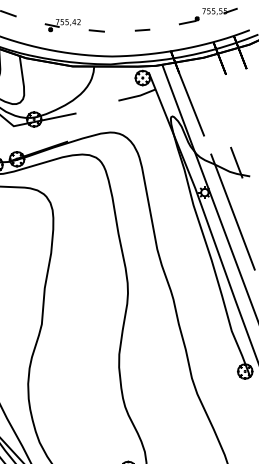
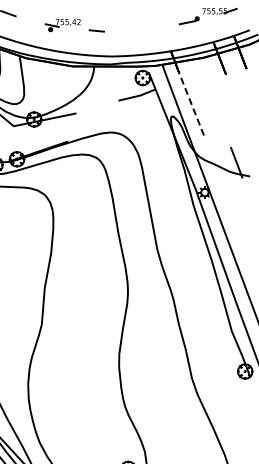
line at (142, 29): present -> none
line at (191, 104): solid -> dashed
line at (232, 211): present -> none
